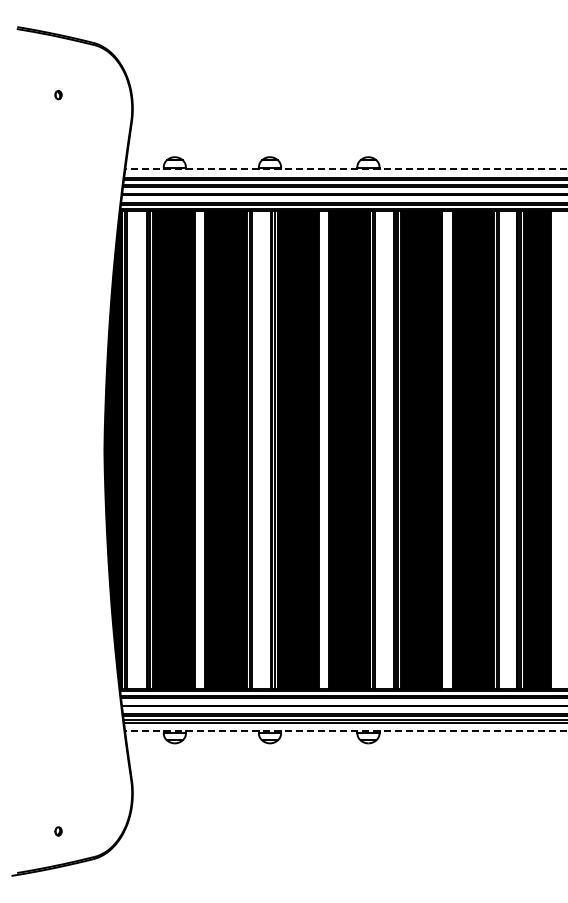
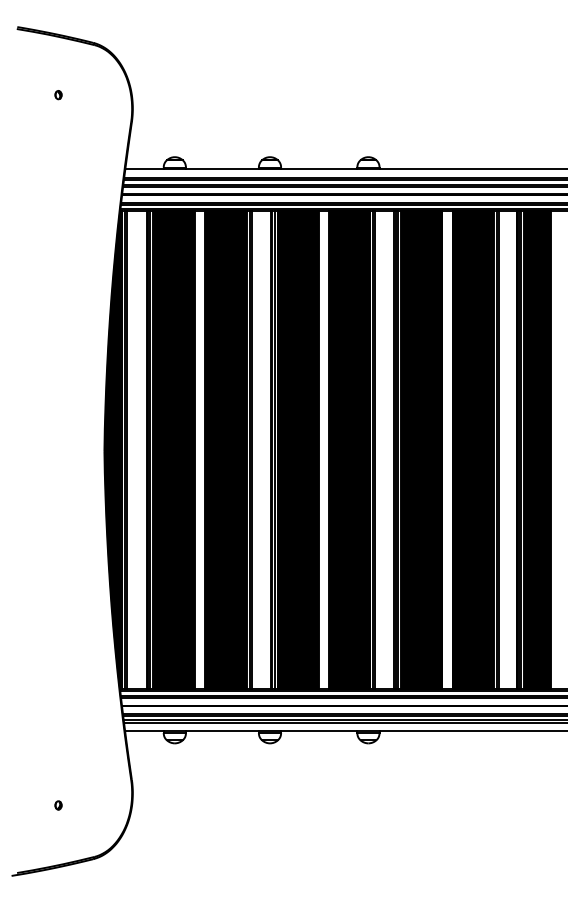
line at (346, 169): dashed -> solid
line at (346, 731): dashed -> solid
part at (58, 831) position: (58, 831) -> (58, 805)
